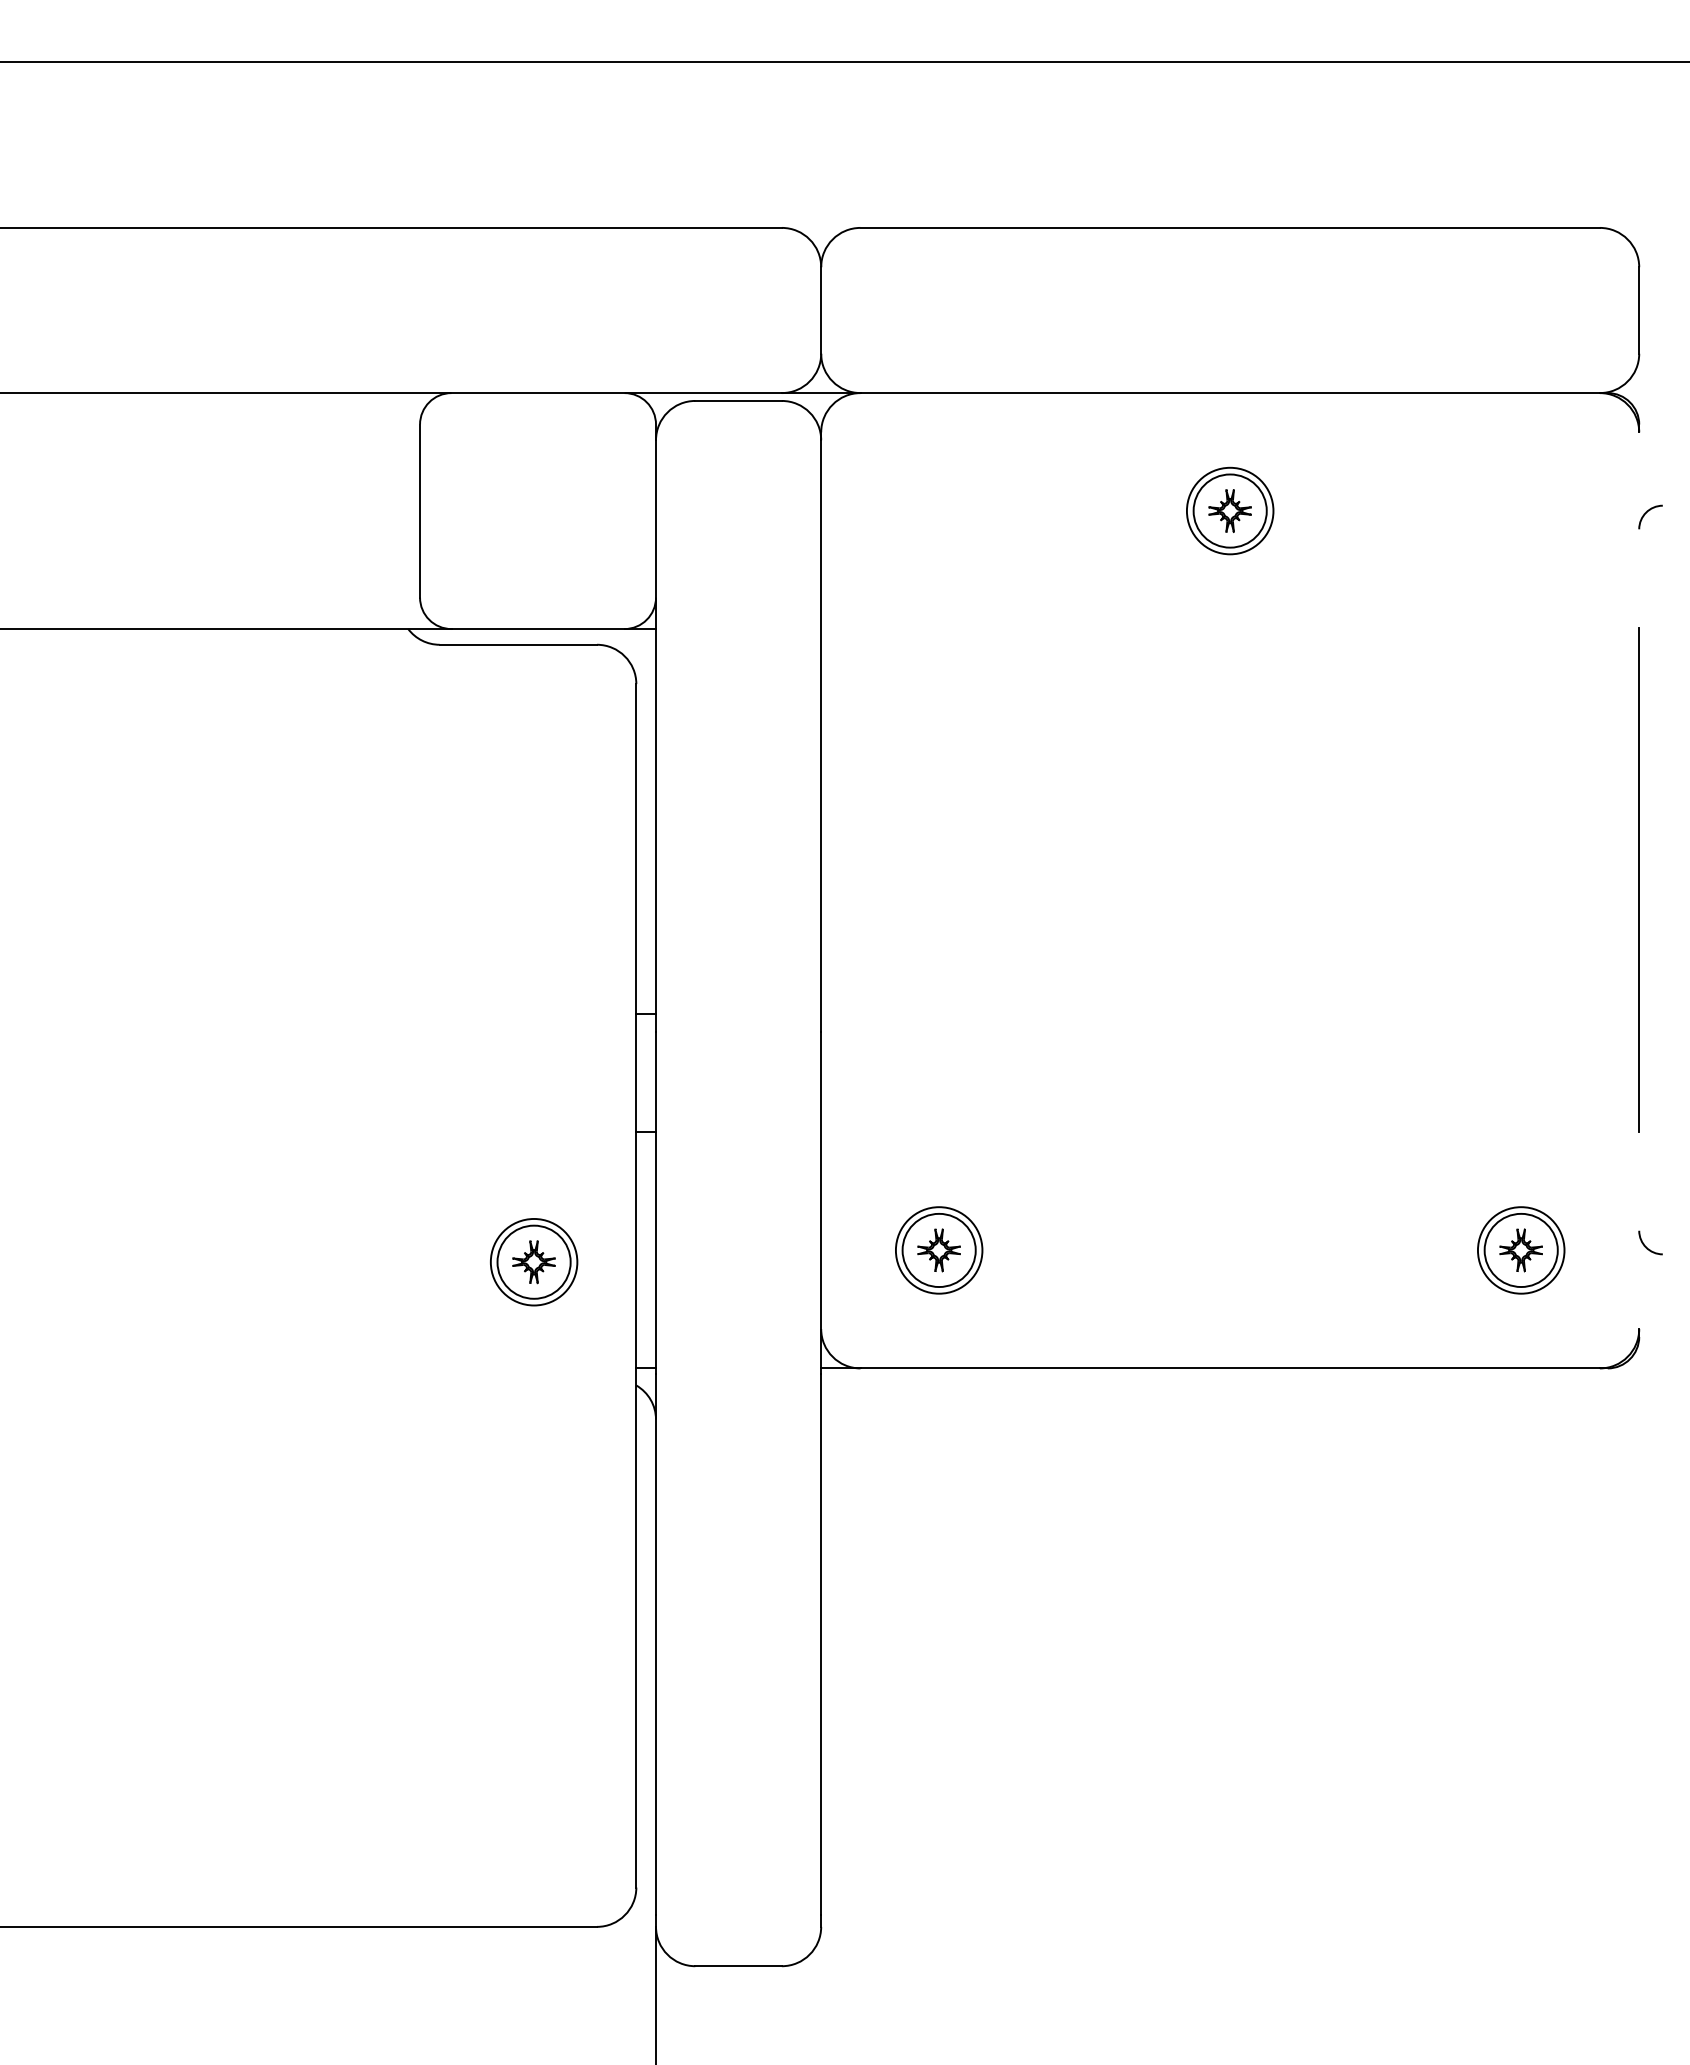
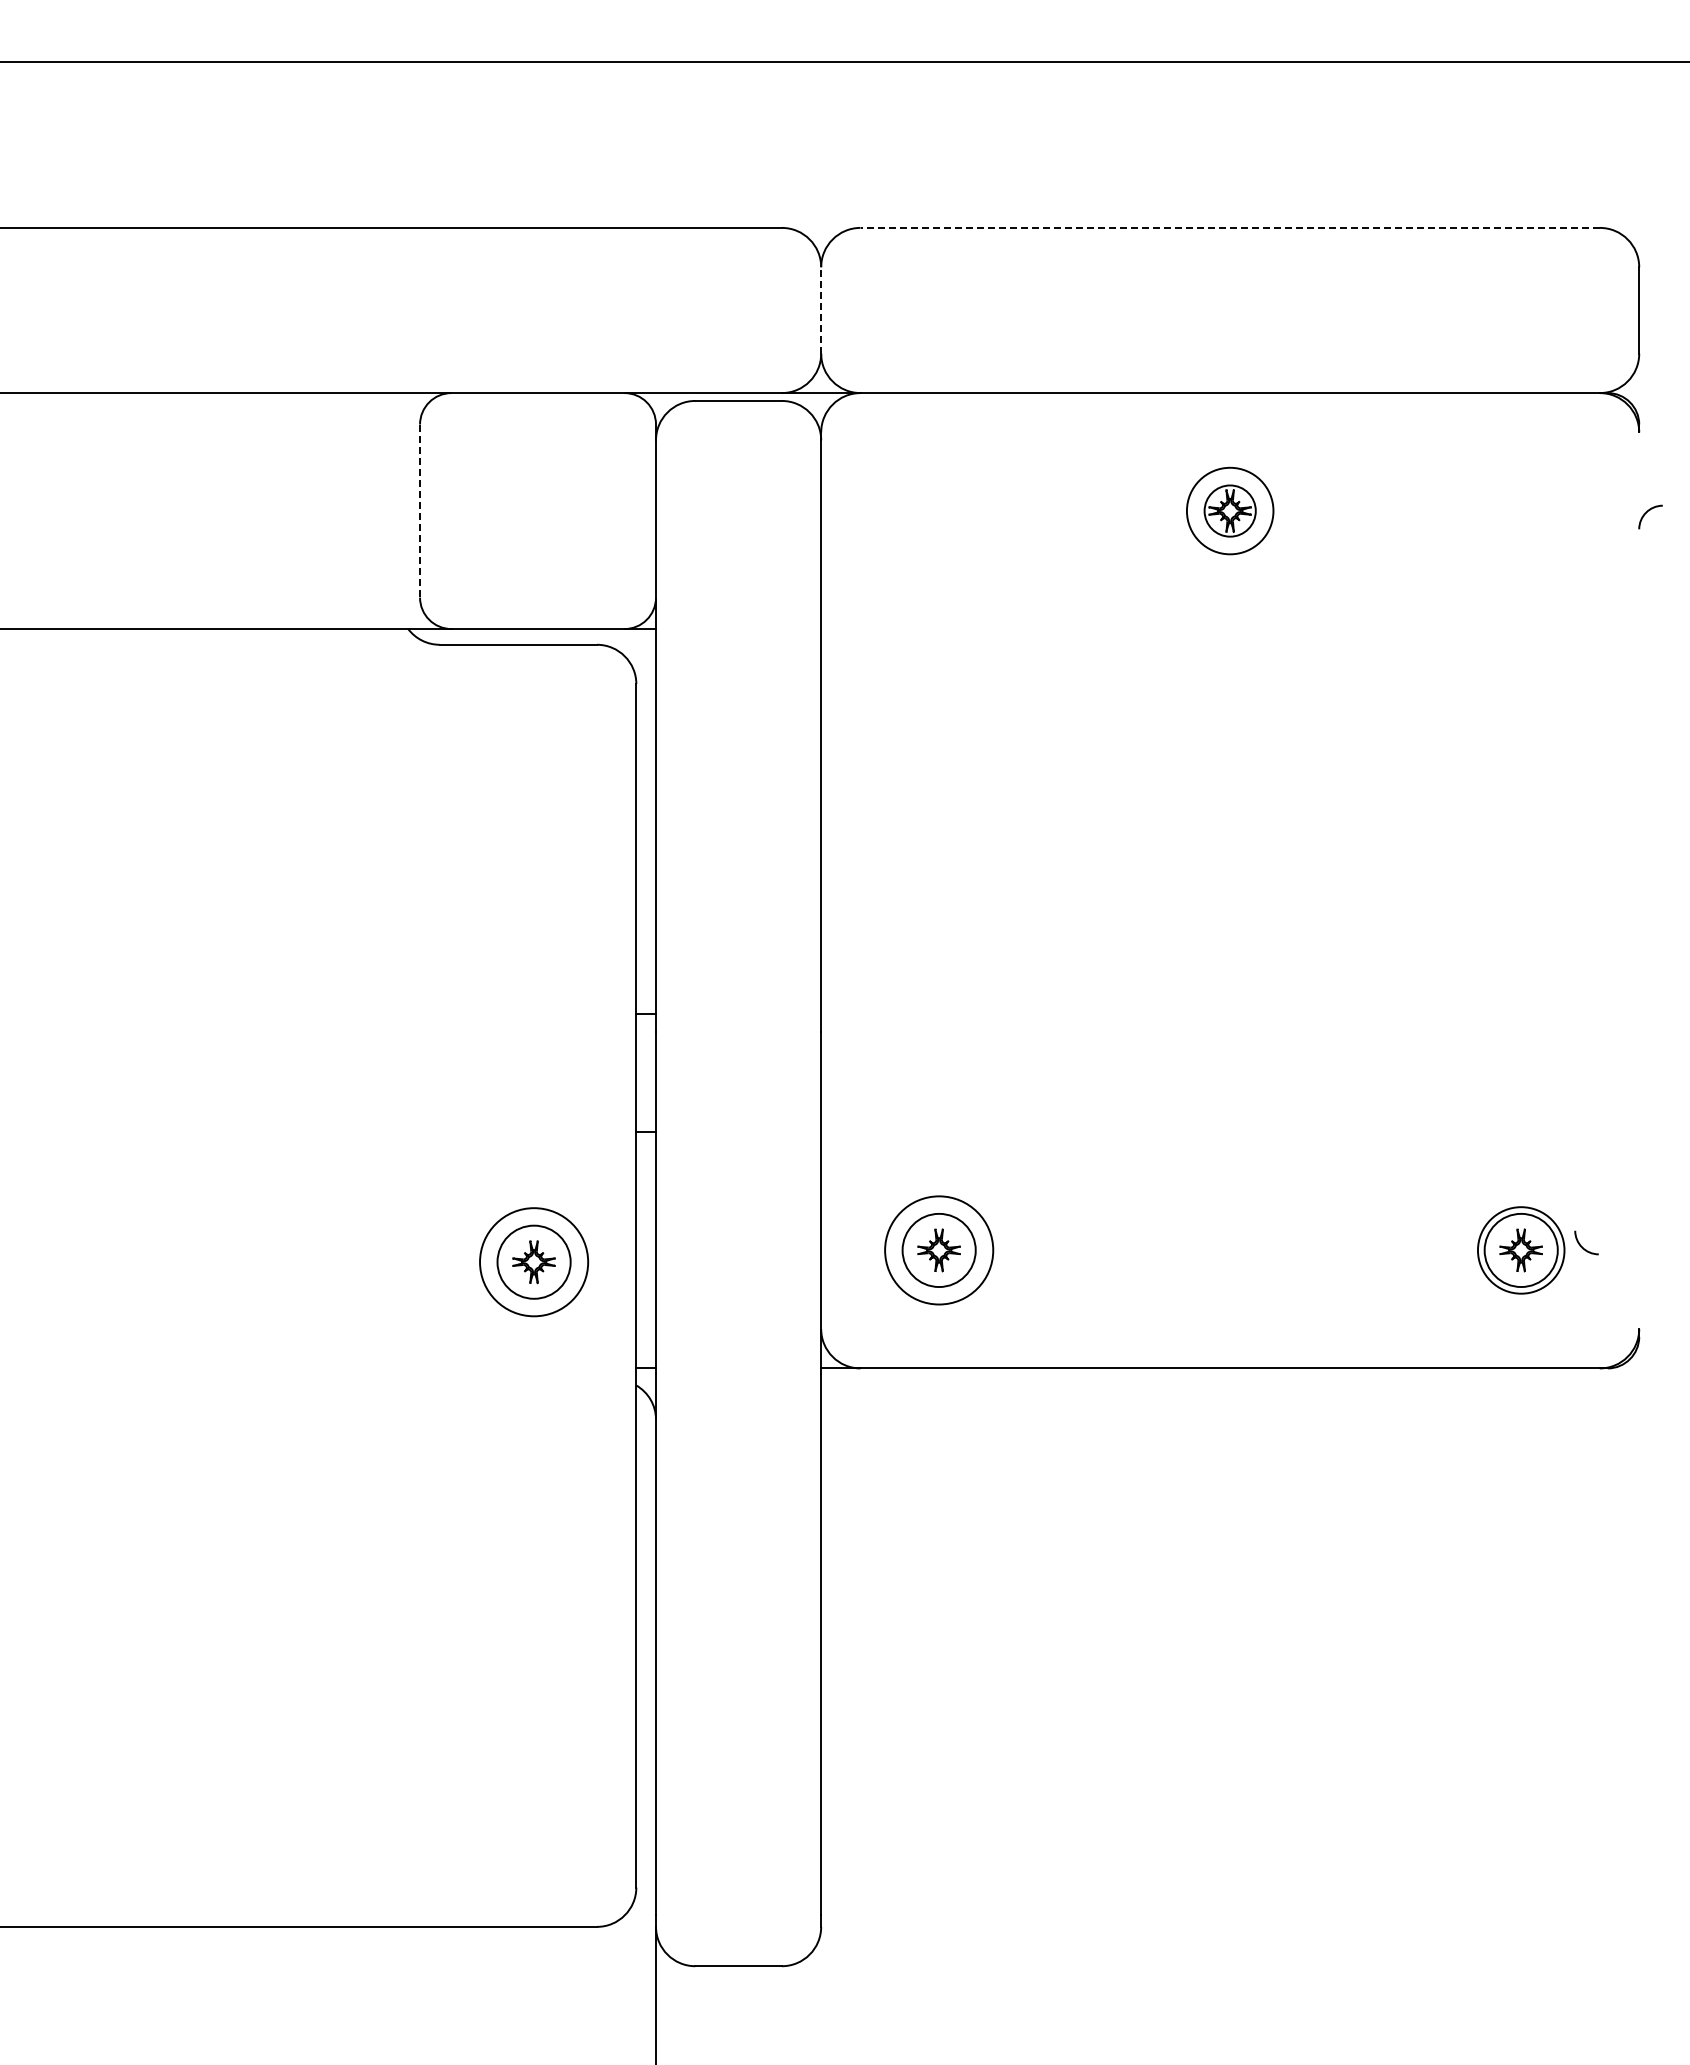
line at (1230, 227): solid -> dashed
line at (821, 310): solid -> dashed
circle at (1229, 510) diameter: 73 px -> 51 px
line at (420, 511): solid -> dashed
line at (1639, 879): present -> none
arc at (1646, 1246) position: (1646, 1246) -> (1582, 1246)
circle at (938, 1250) diameter: 87 px -> 108 px
circle at (533, 1261) diameter: 87 px -> 108 px
